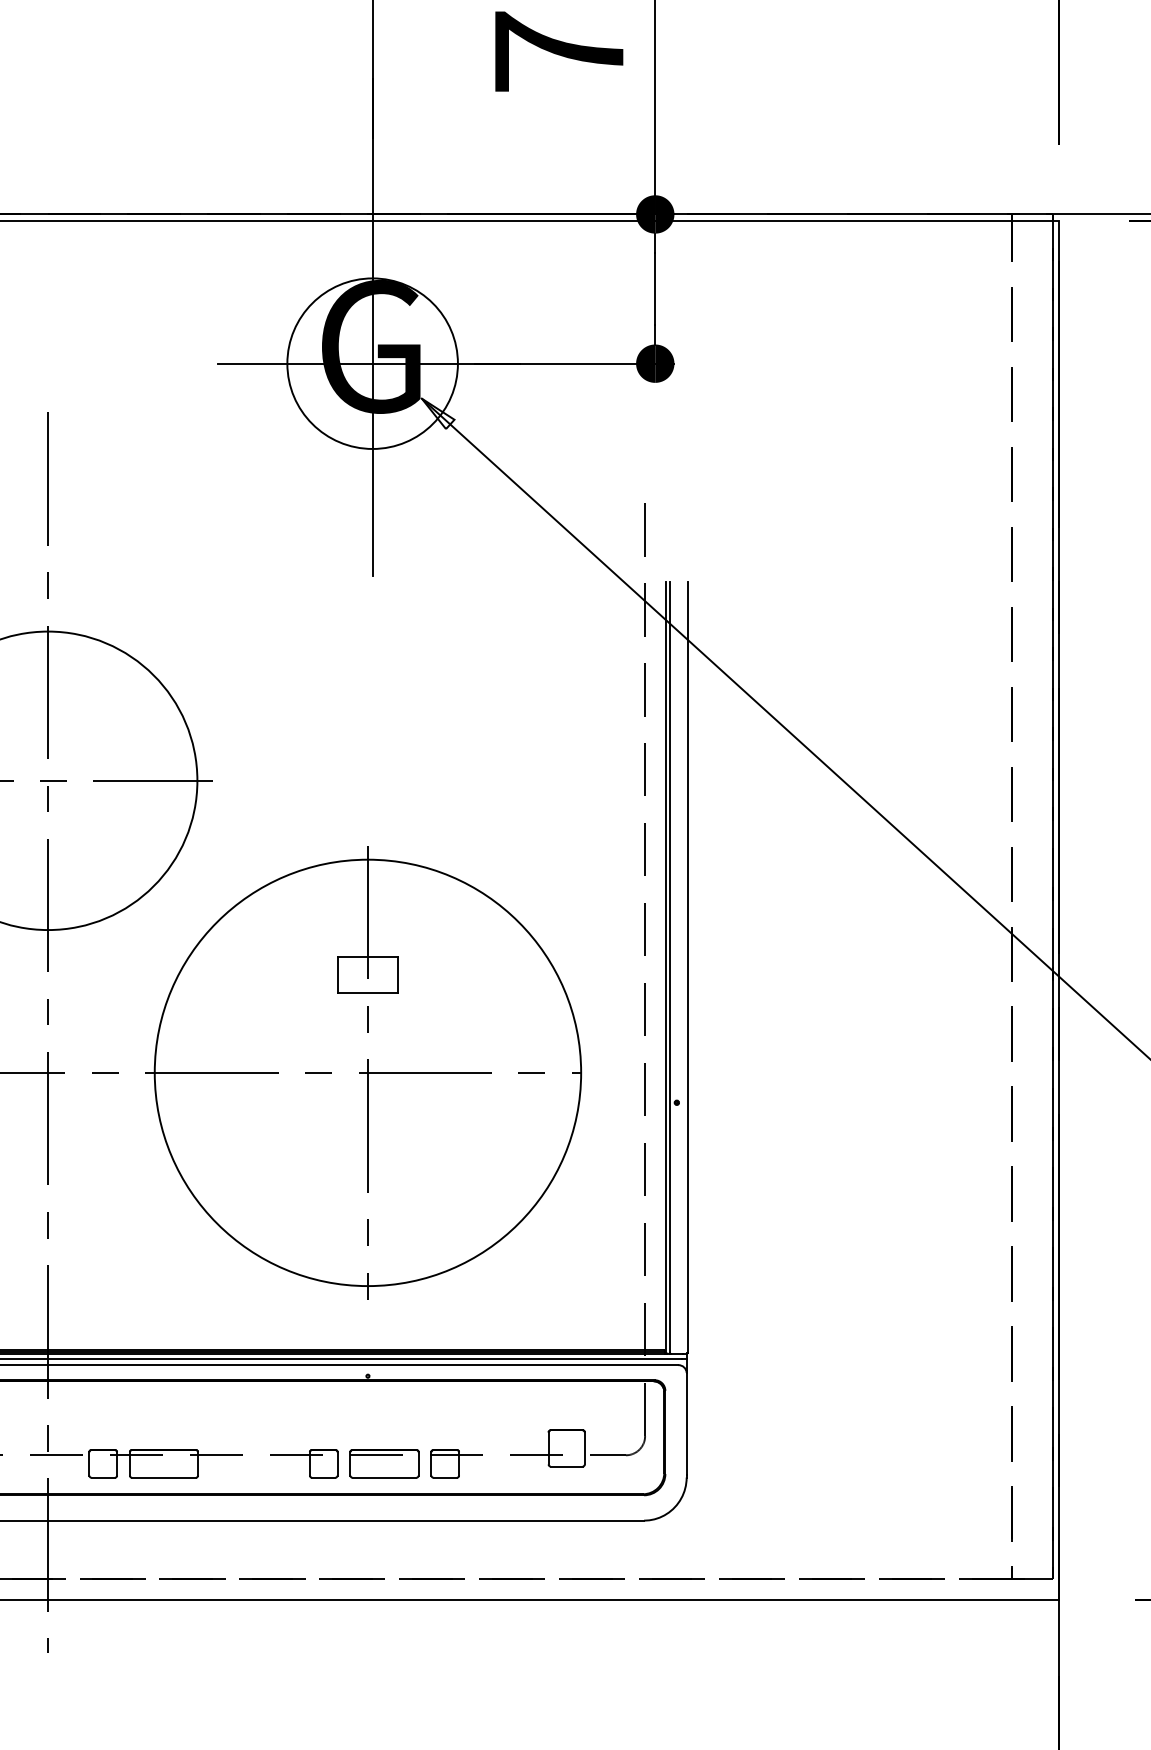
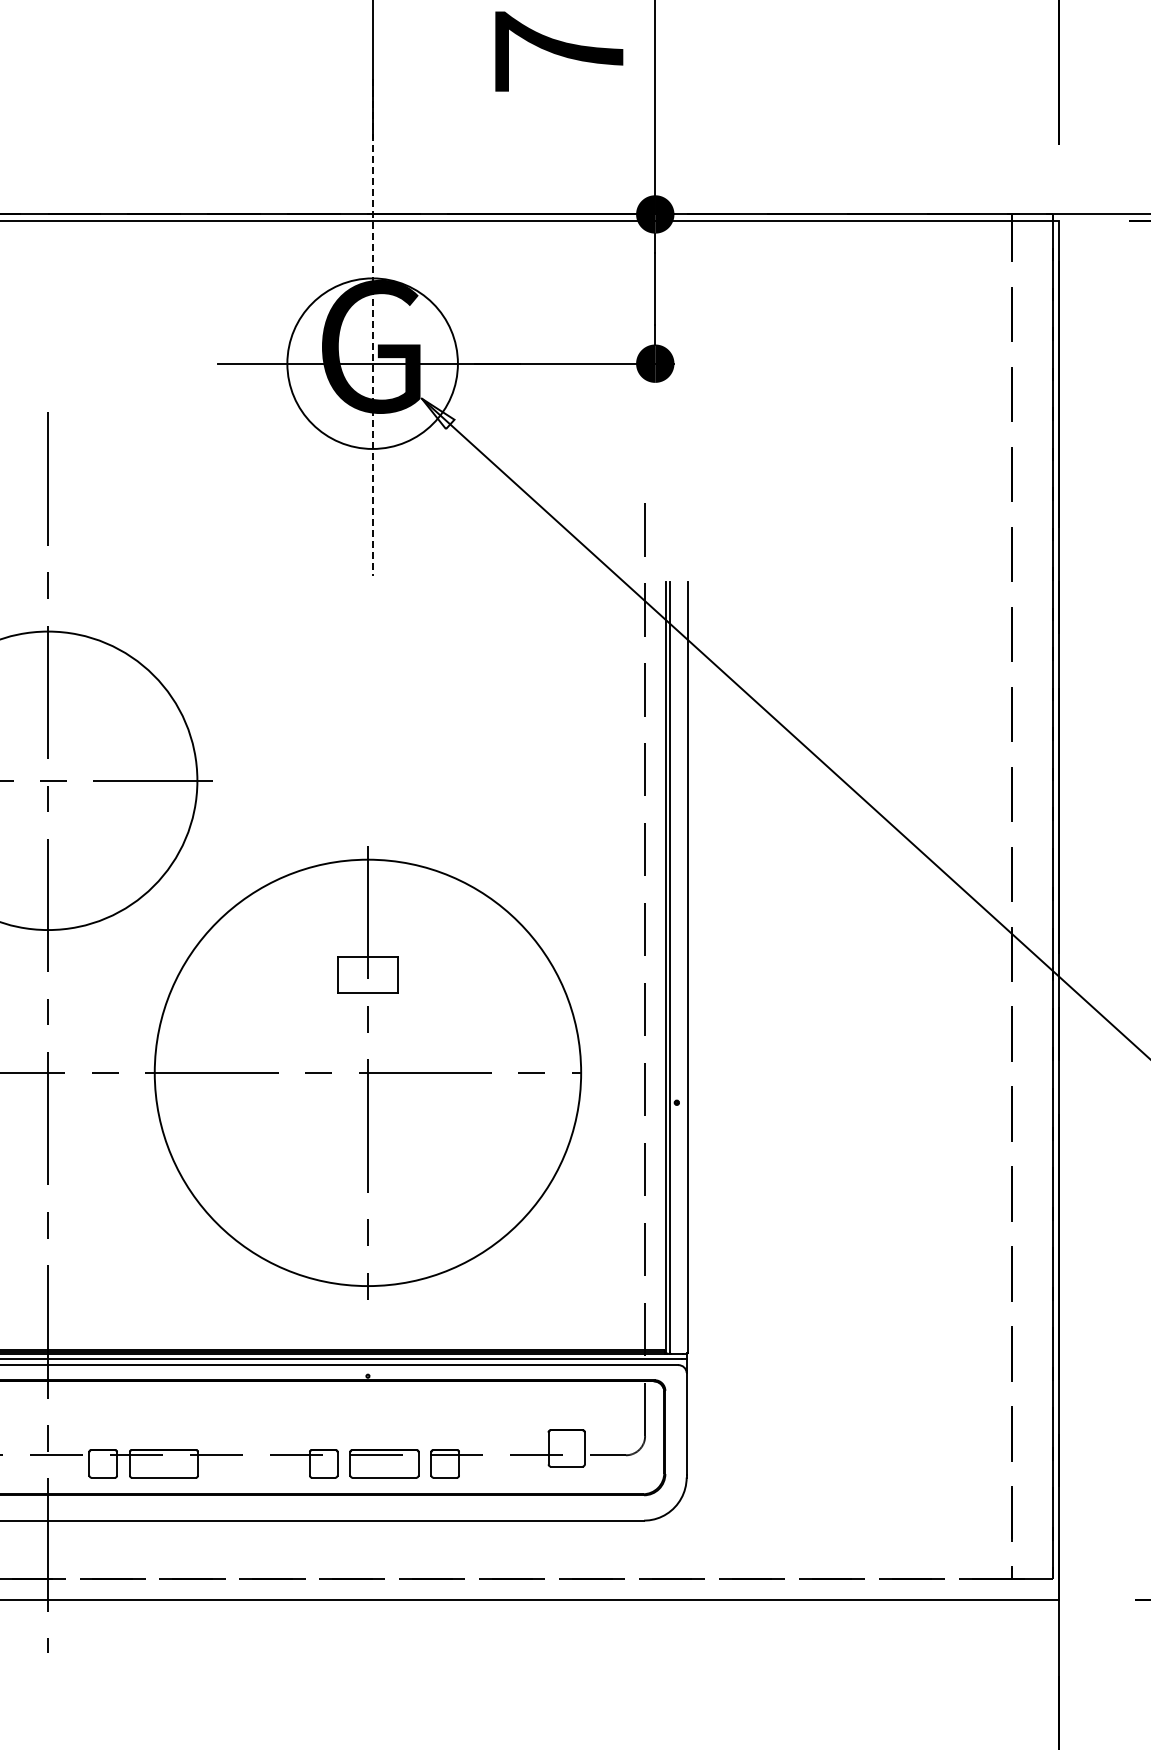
line at (372, 327): solid -> dashed
